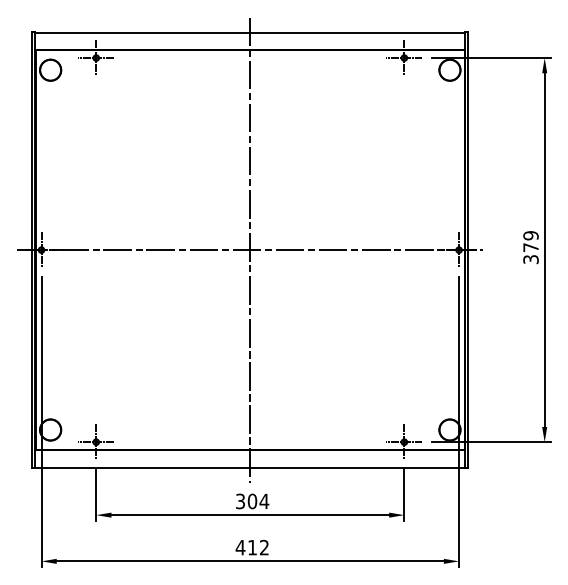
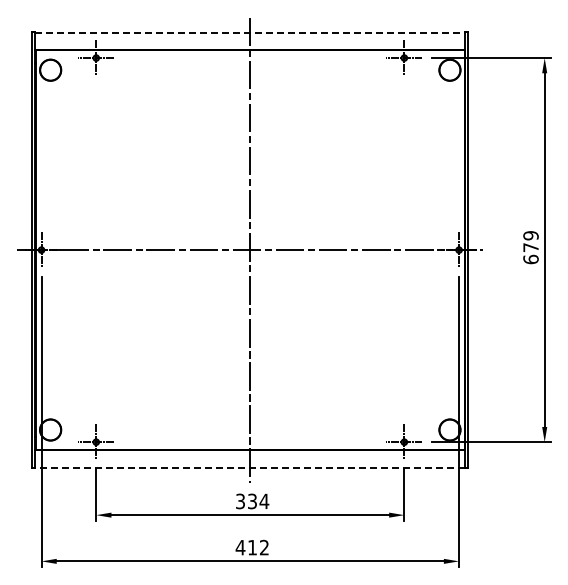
line at (250, 32): solid -> dashed
text at (530, 259): 379 -> 679
line at (250, 467): solid -> dashed
text at (252, 501): 304 -> 334
